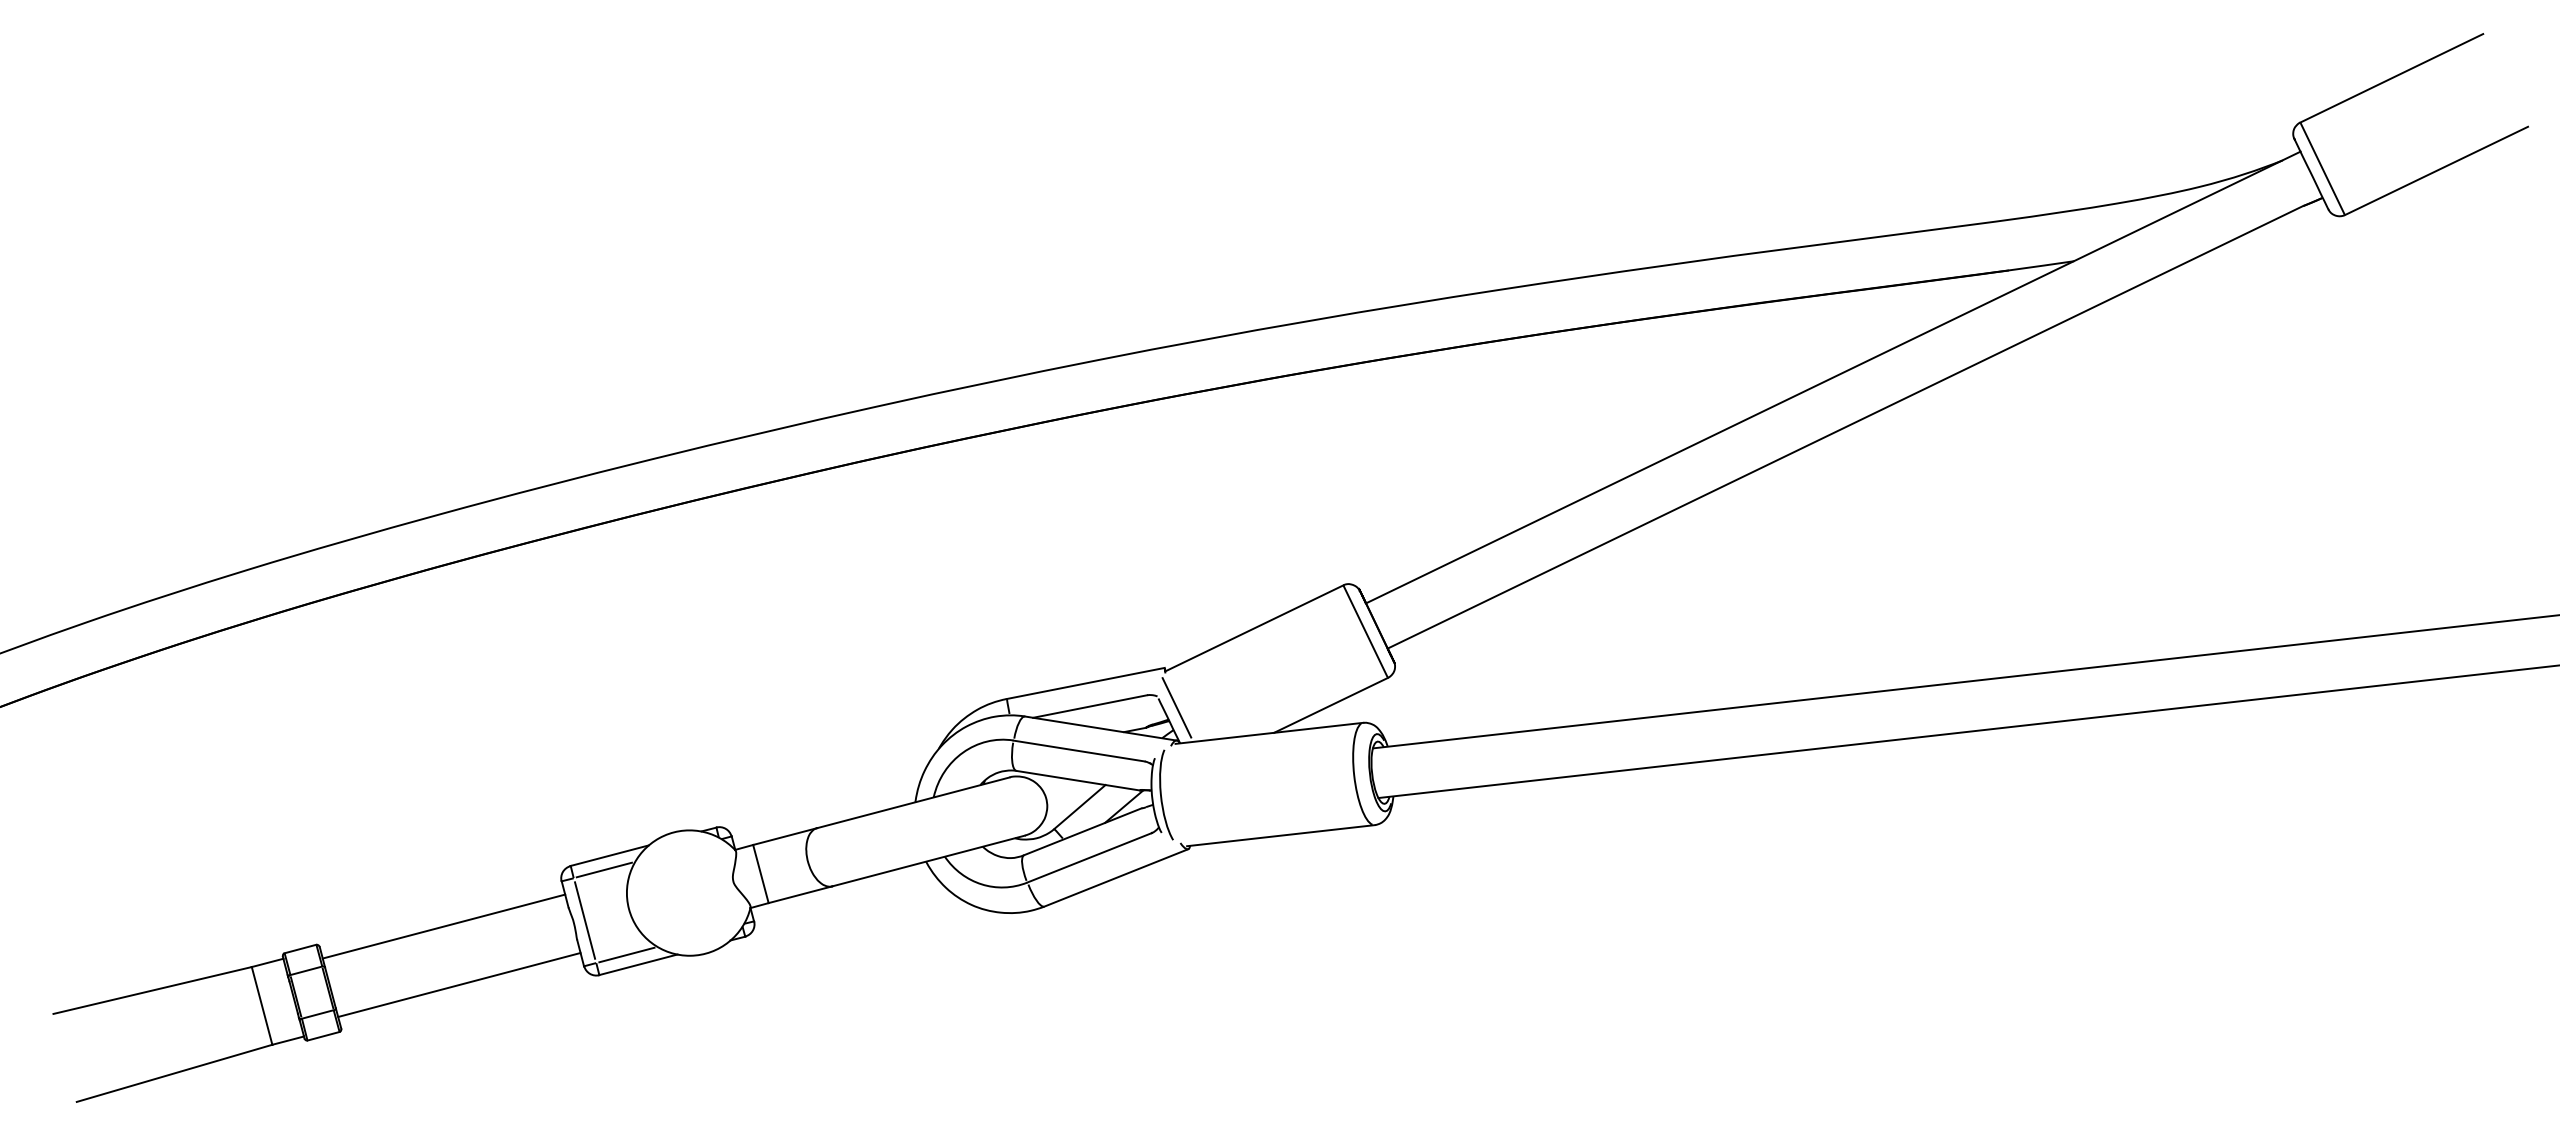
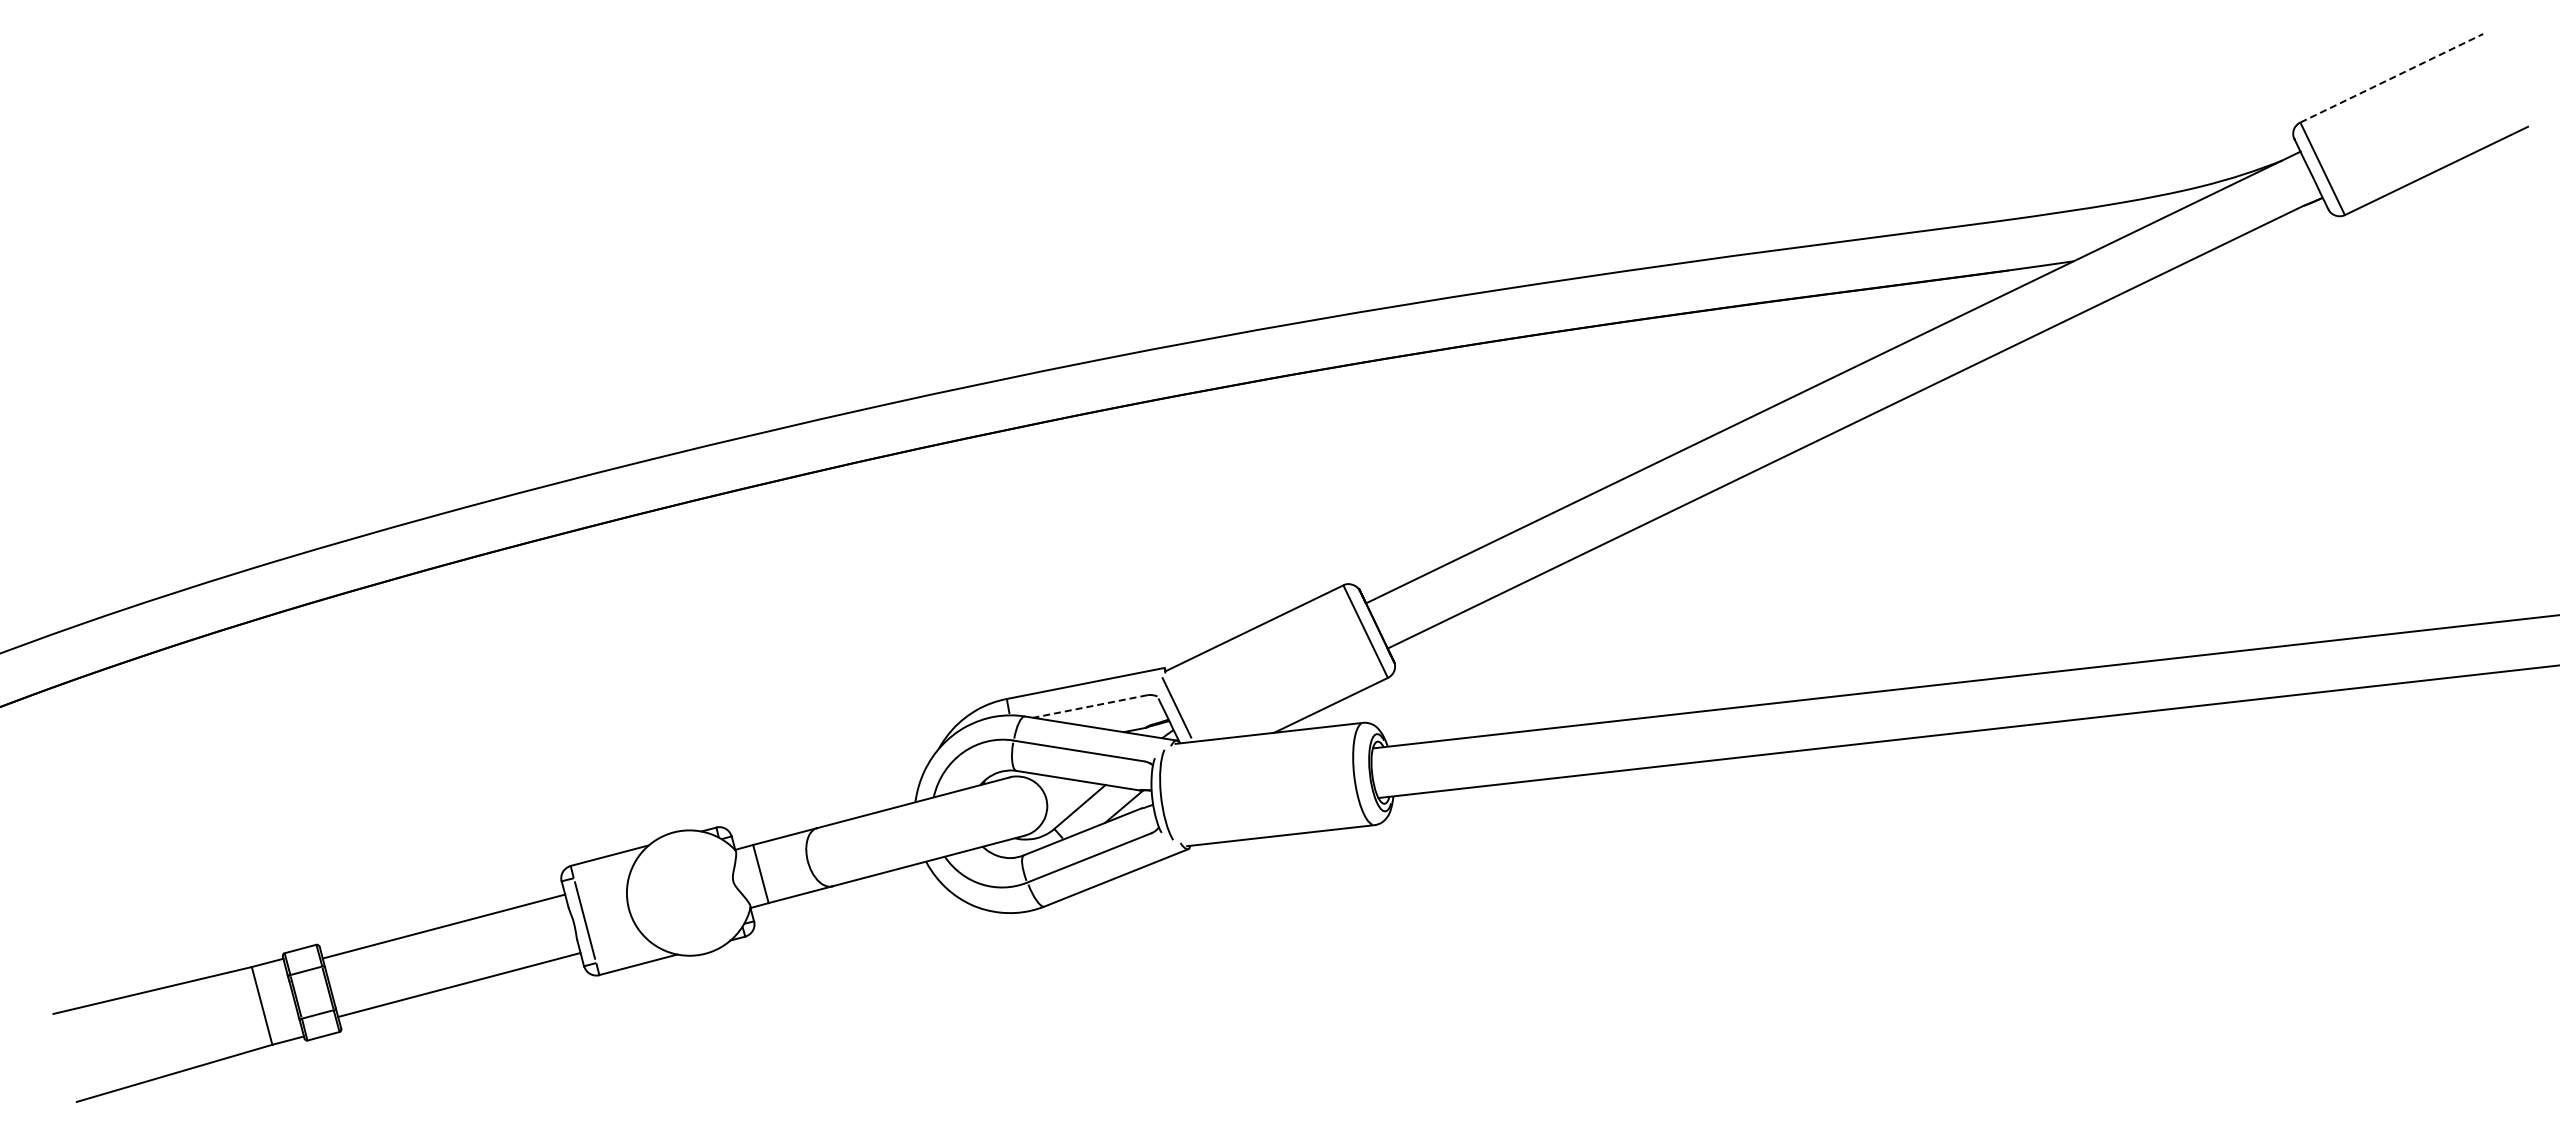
line at (2391, 78): solid -> dashed
line at (1089, 706): solid -> dashed
line at (603, 869): present -> none
line at (626, 954): present -> none
